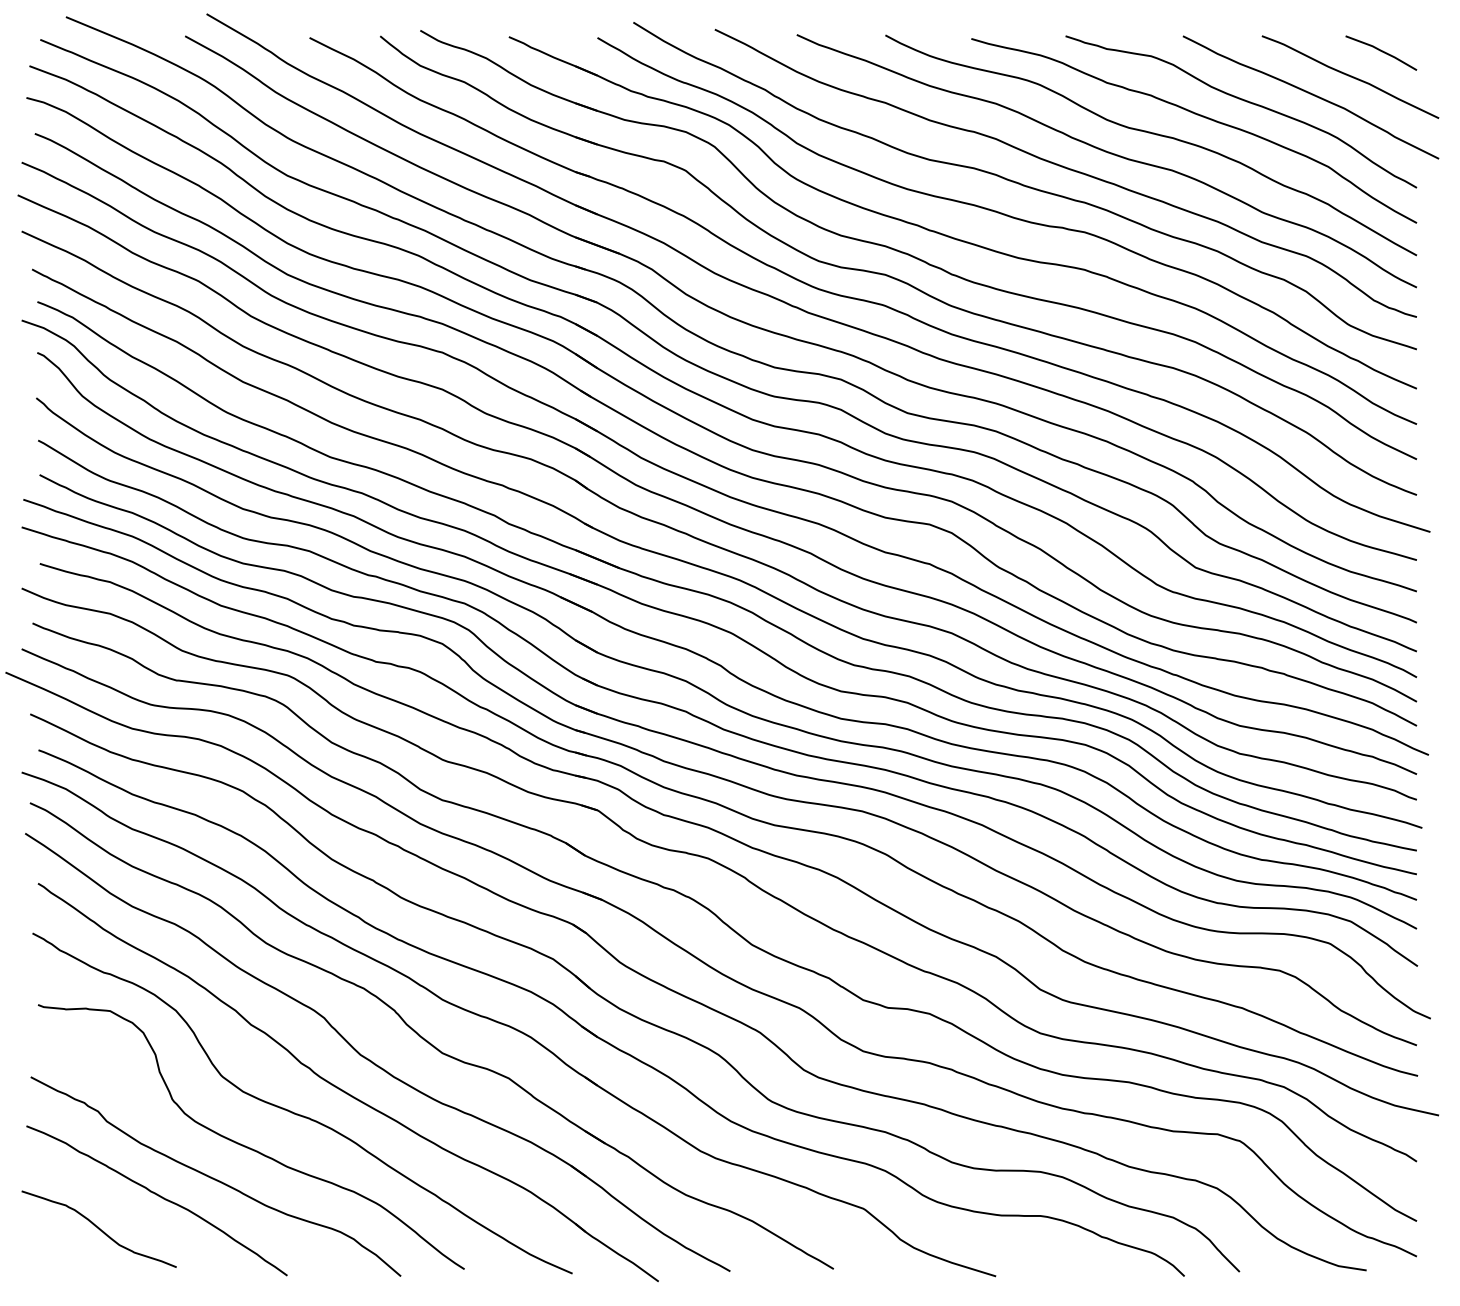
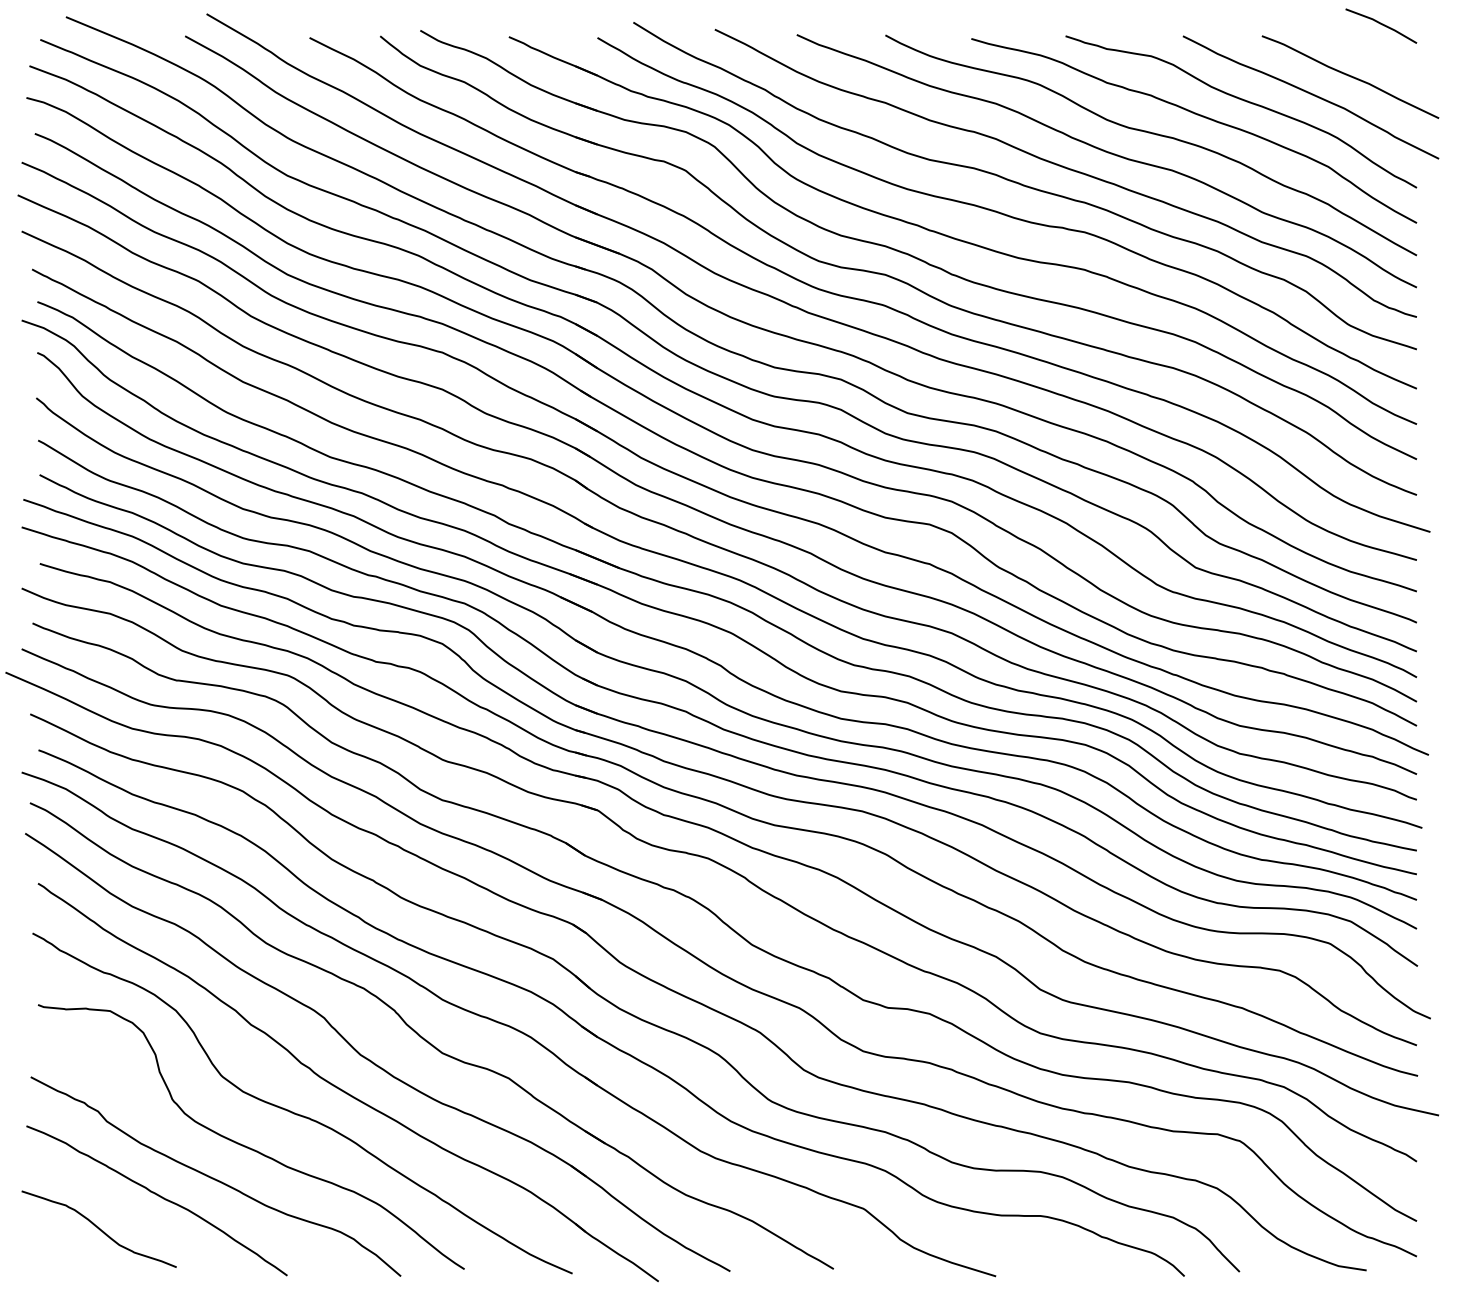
line at (1381, 51) position: (1381, 51) -> (1381, 24)
